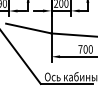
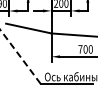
line at (20, 57): solid -> dashed
